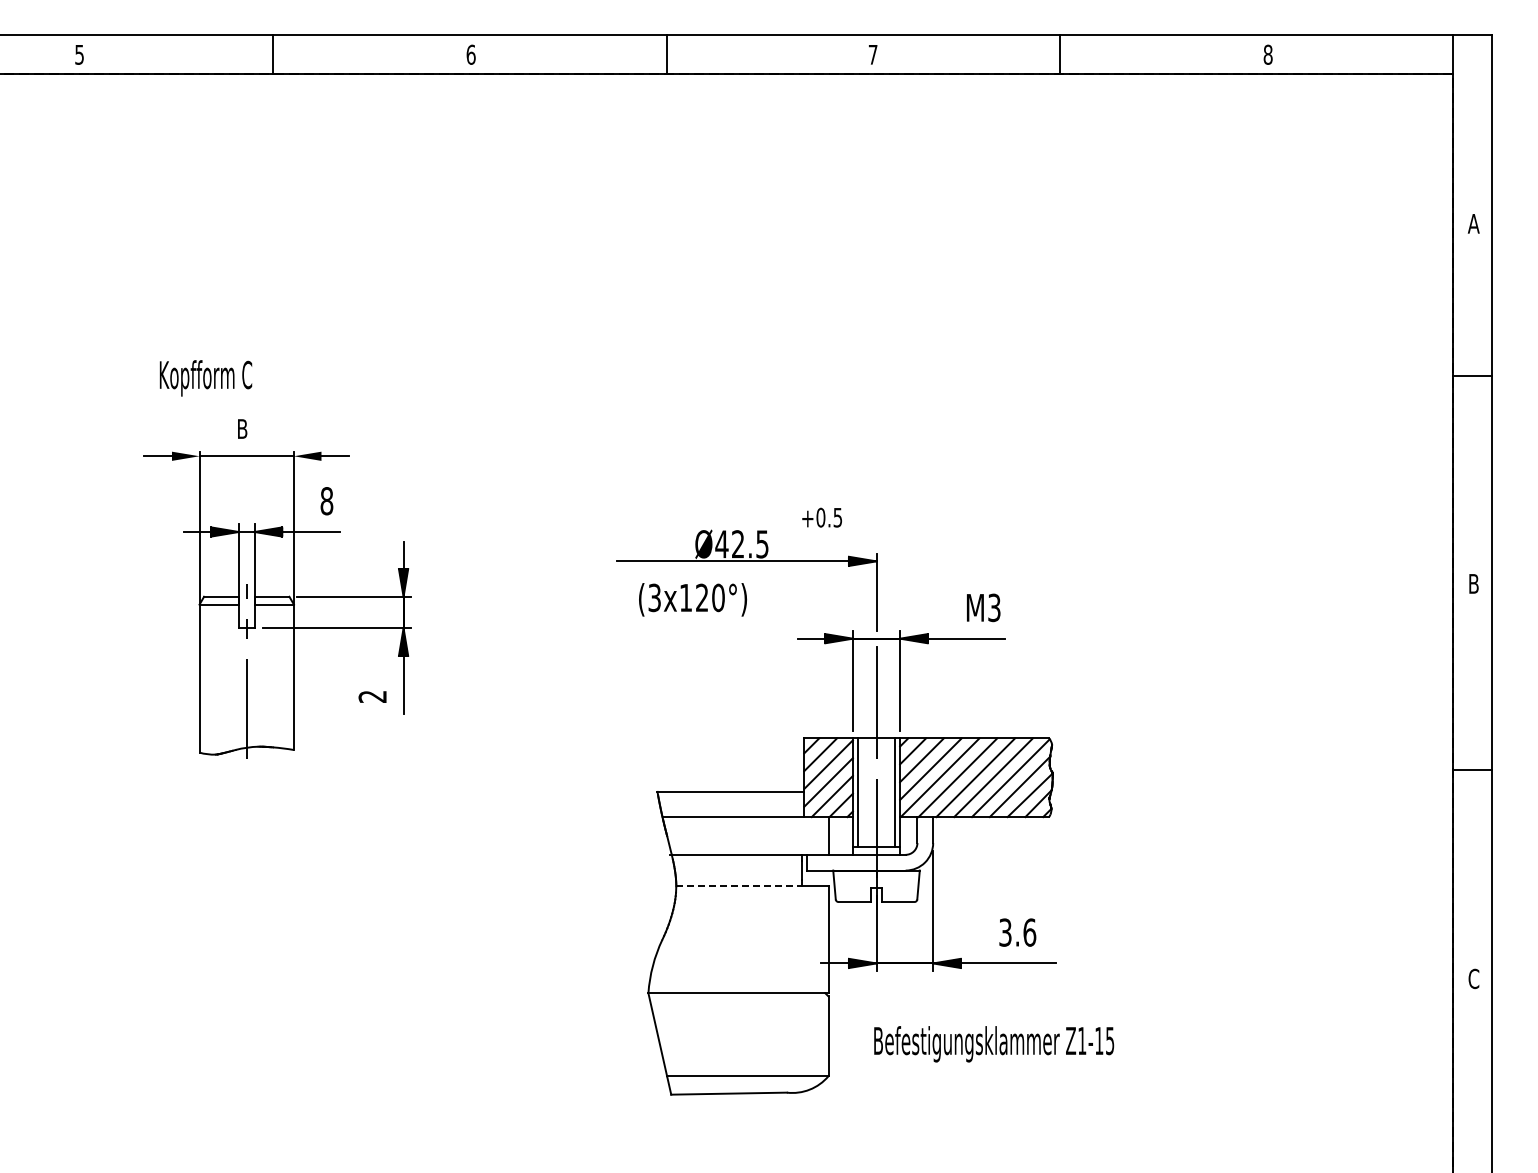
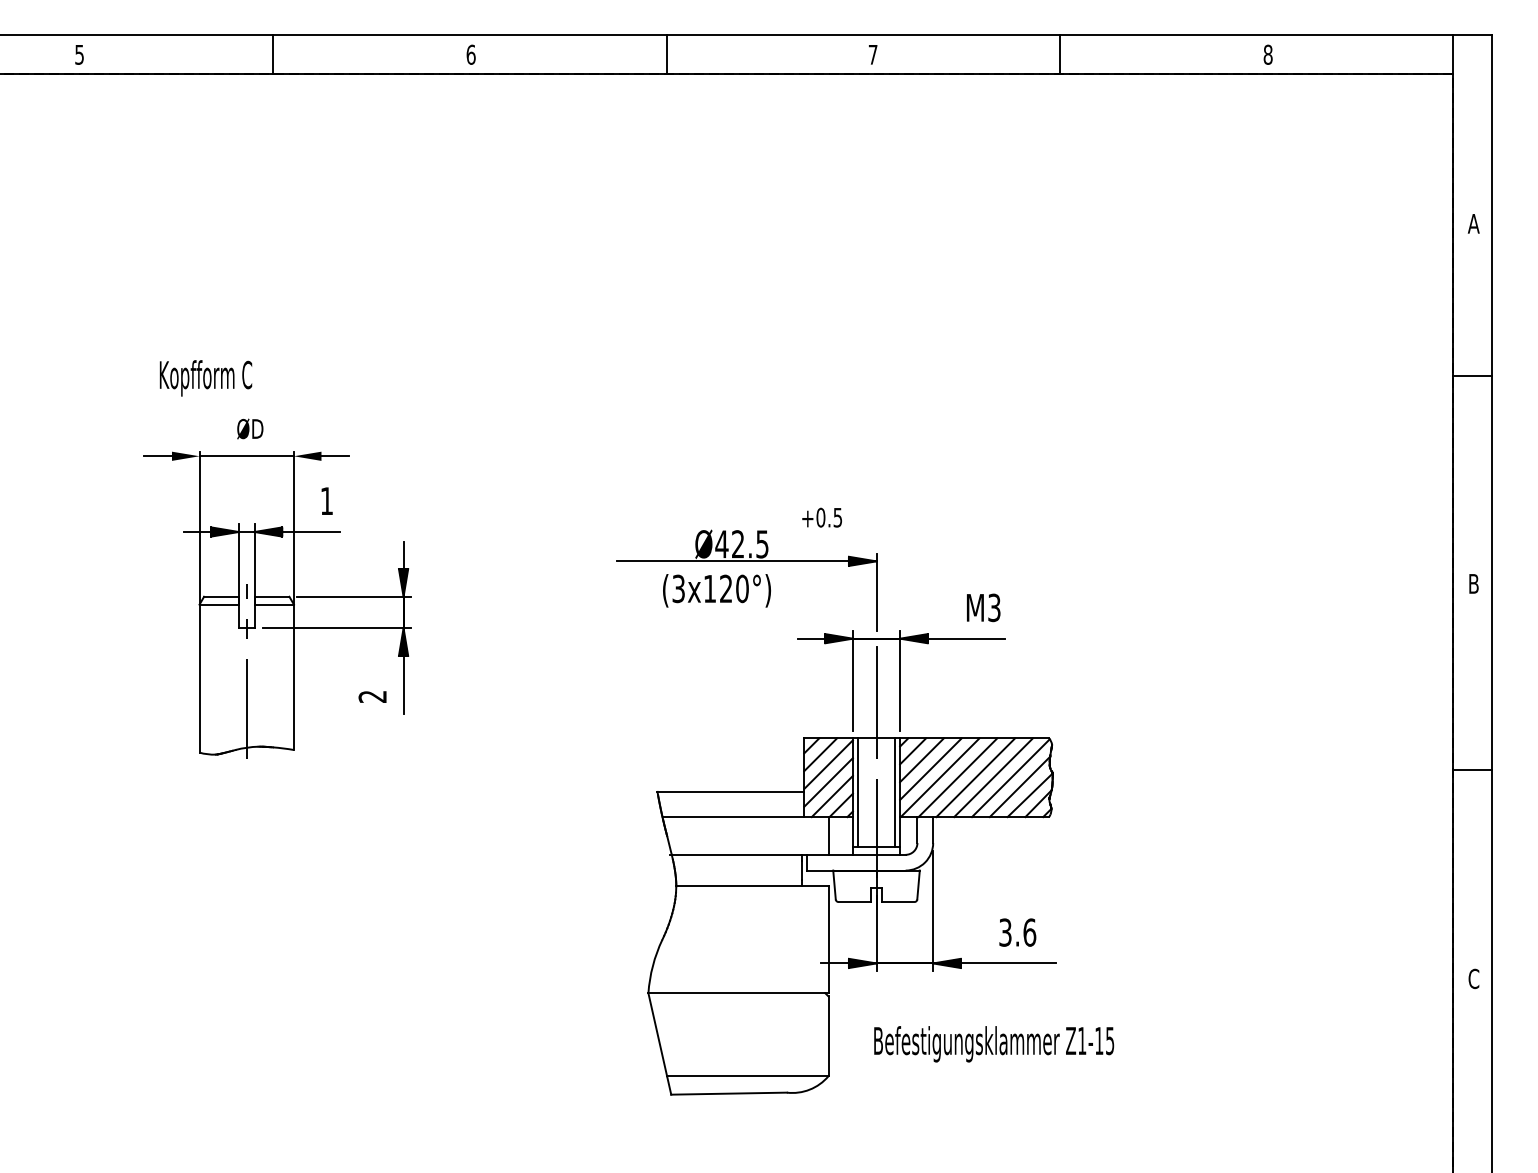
text at (250, 428): B -> ØD
text at (326, 501): 8 -> 1
text at (692, 599) position: (692, 599) -> (716, 590)
line at (739, 886): dashed -> solid
